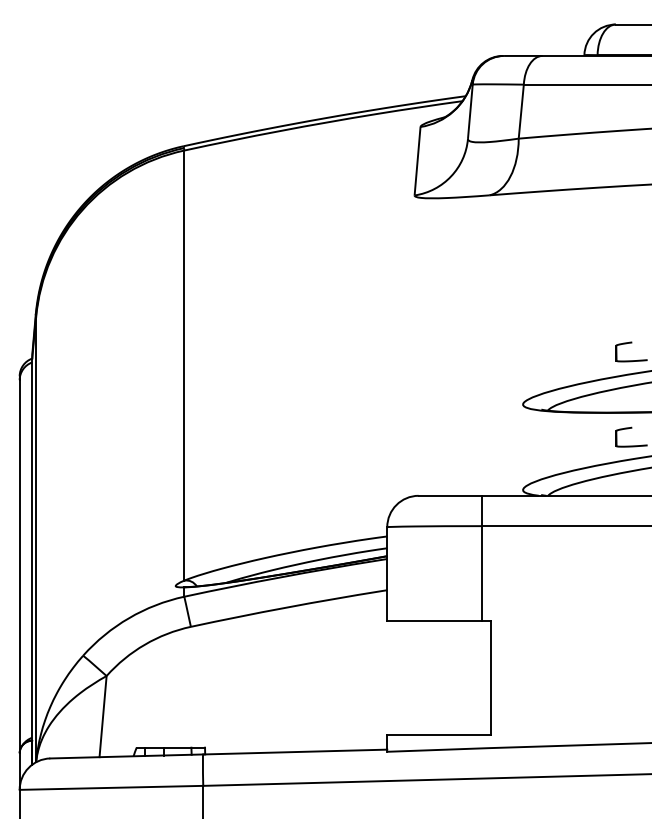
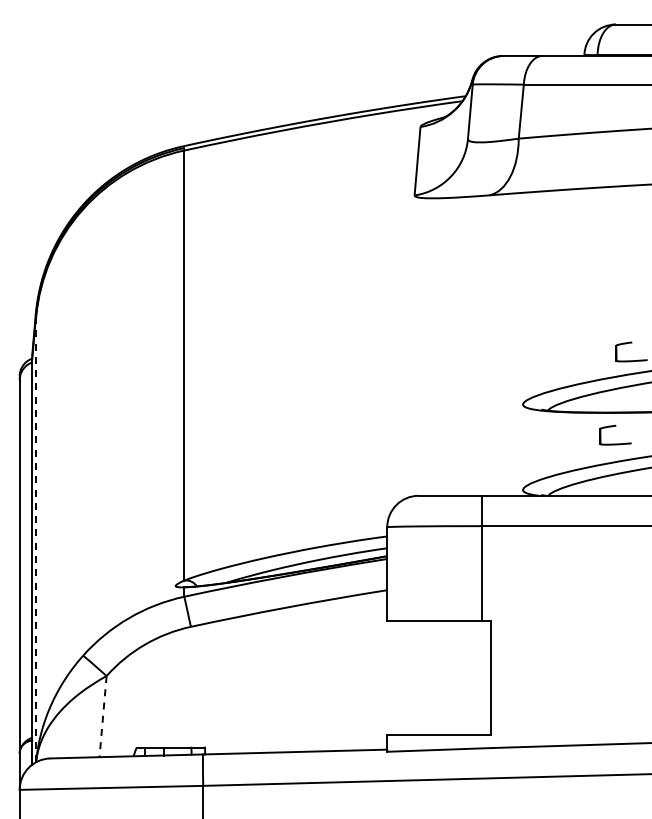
part at (628, 429) position: (628, 429) -> (612, 427)
line at (36, 539): solid -> dashed
line at (103, 716): solid -> dashed
